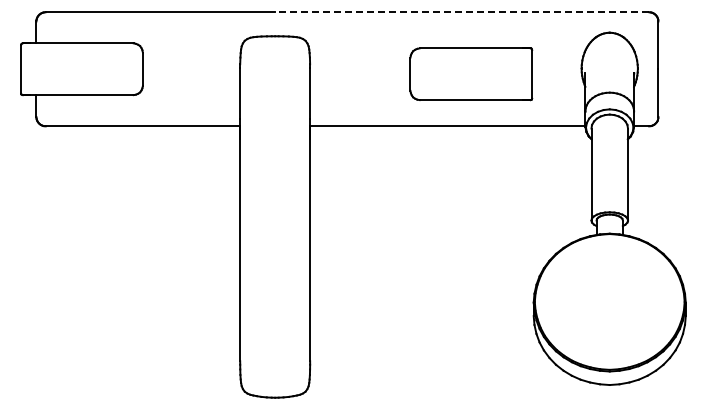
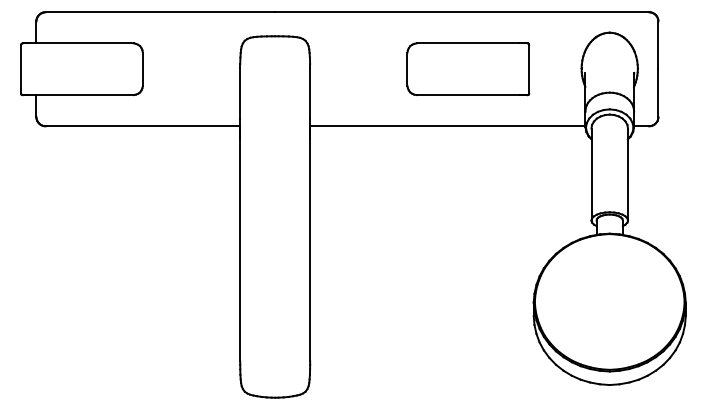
line at (462, 12): dashed -> solid
part at (471, 74) position: (471, 74) -> (468, 69)
